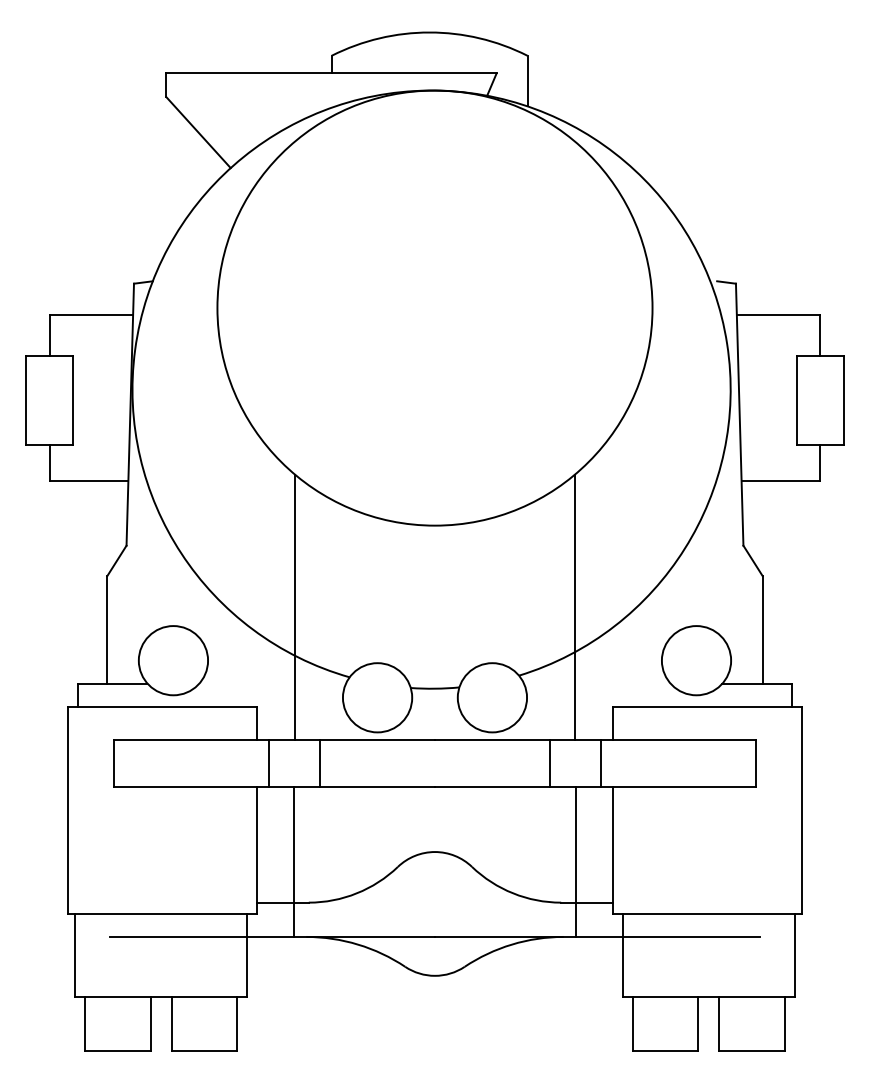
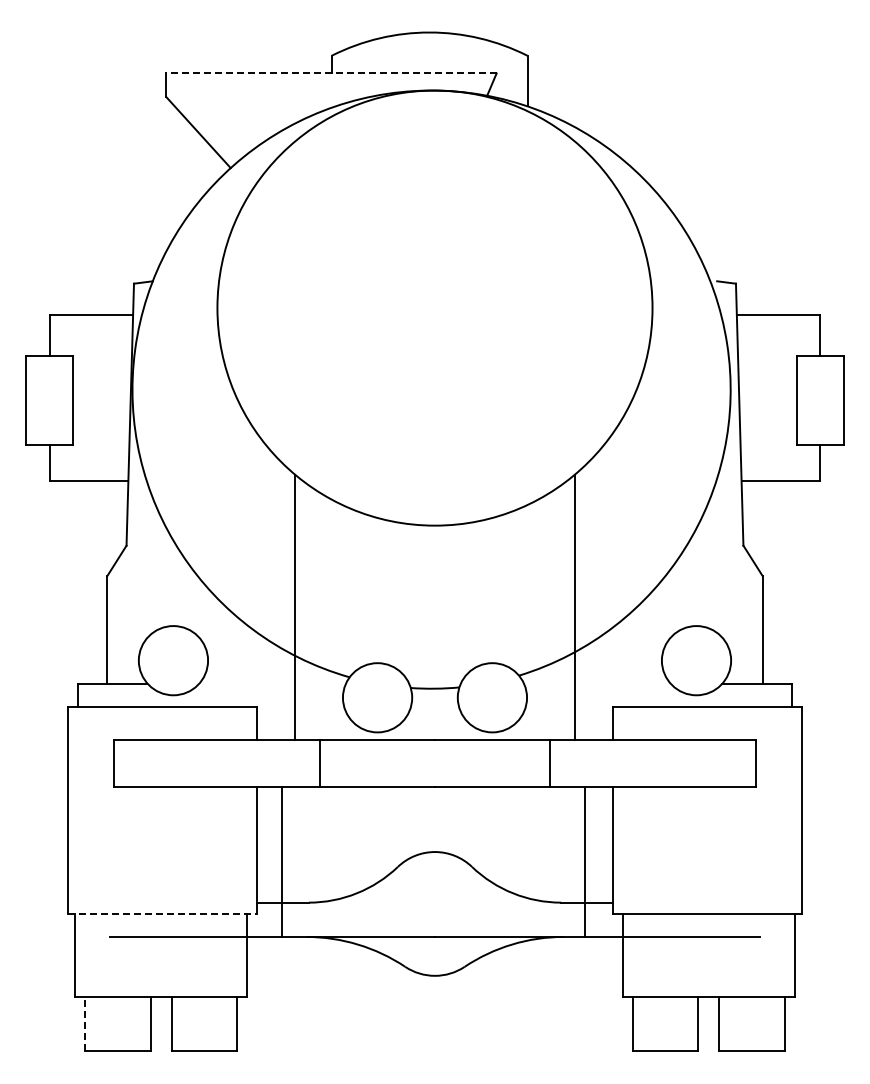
line at (330, 73): solid -> dashed
line at (269, 762): present -> none
line at (600, 762): present -> none
line at (294, 861) position: (294, 861) -> (282, 861)
line at (575, 861) position: (575, 861) -> (584, 861)
line at (162, 913): solid -> dashed
line at (85, 1023): solid -> dashed
